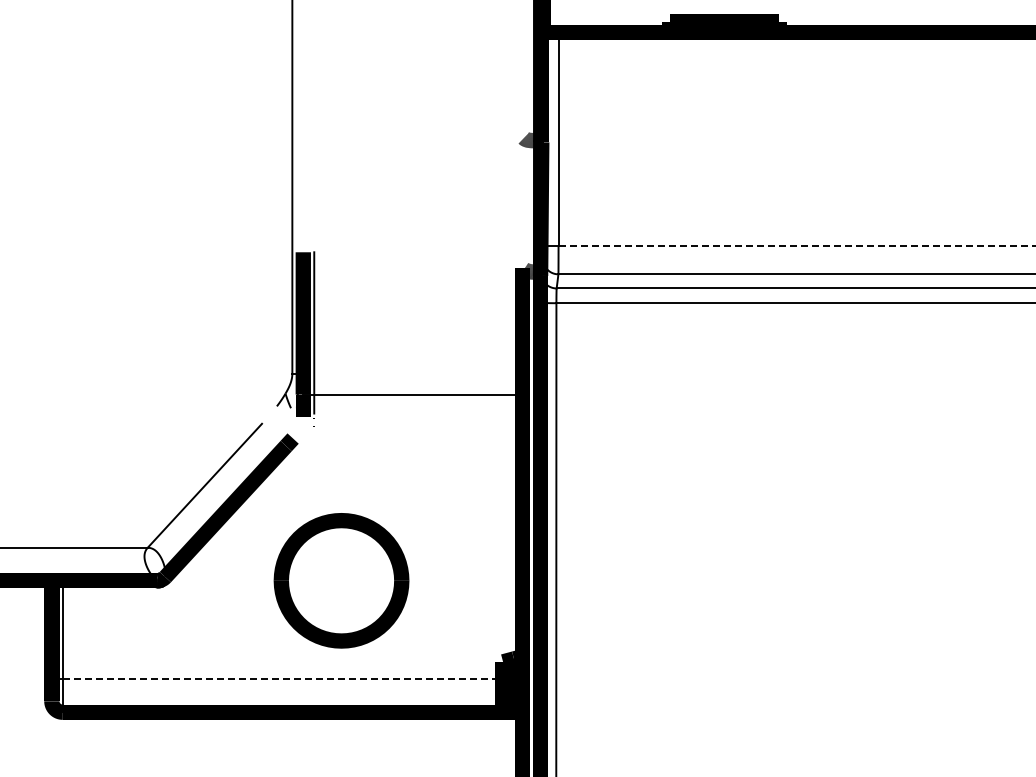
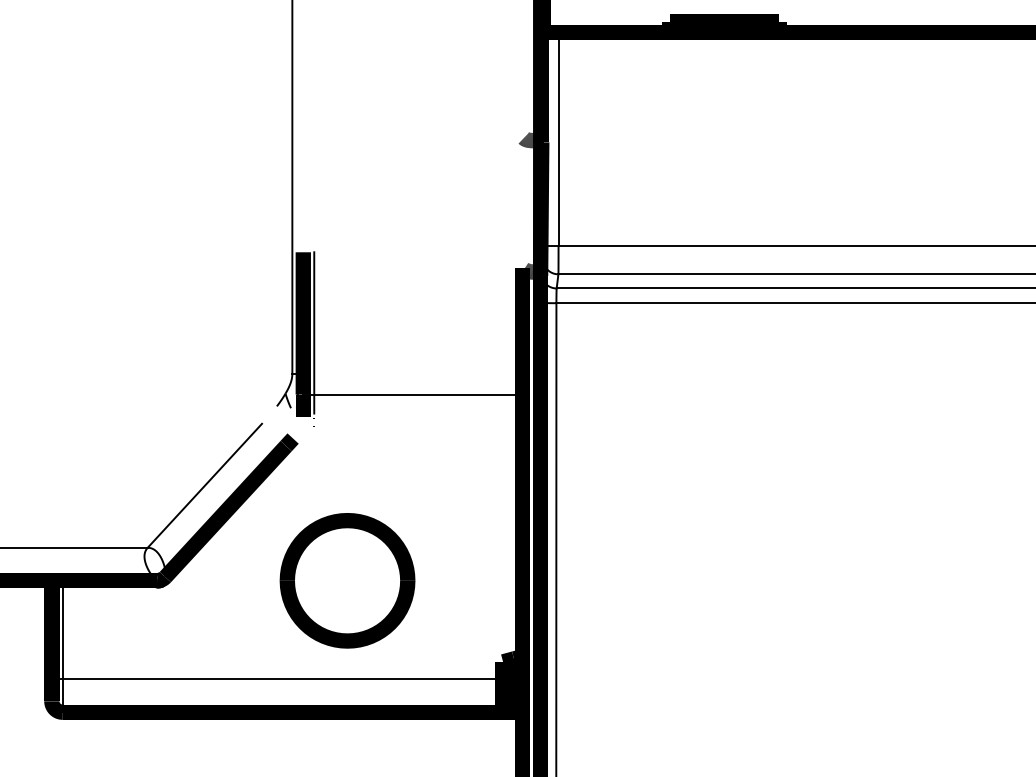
line at (797, 245): dashed -> solid
part at (341, 580) position: (341, 580) -> (347, 580)
line at (283, 679): dashed -> solid
